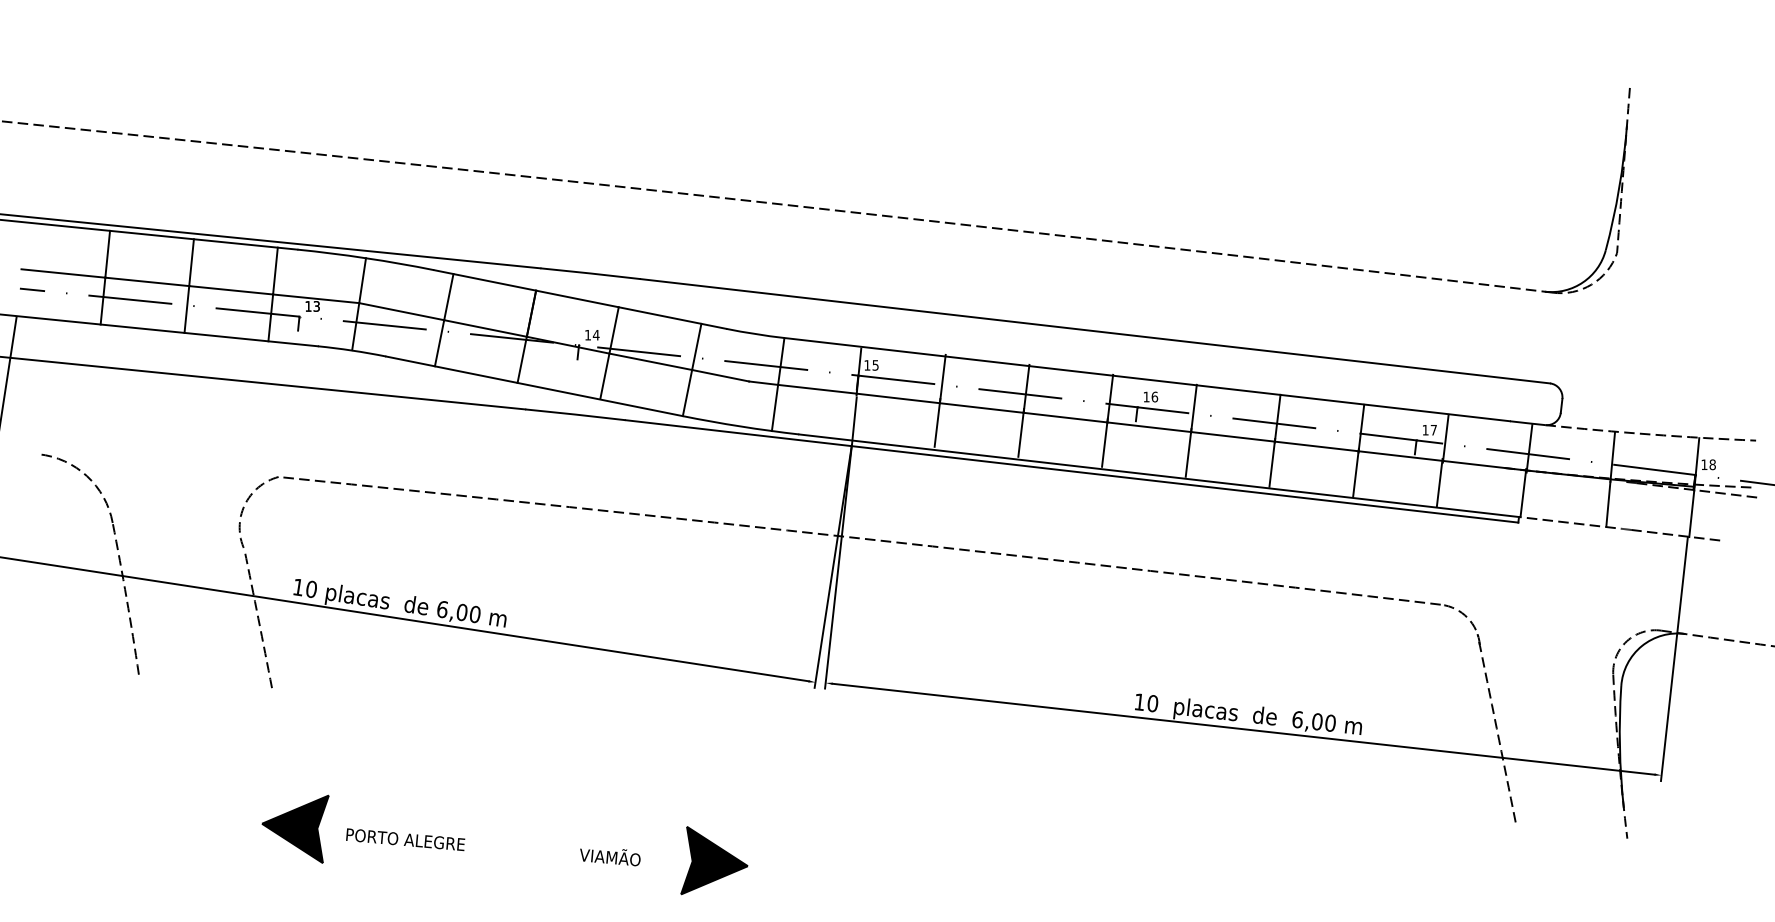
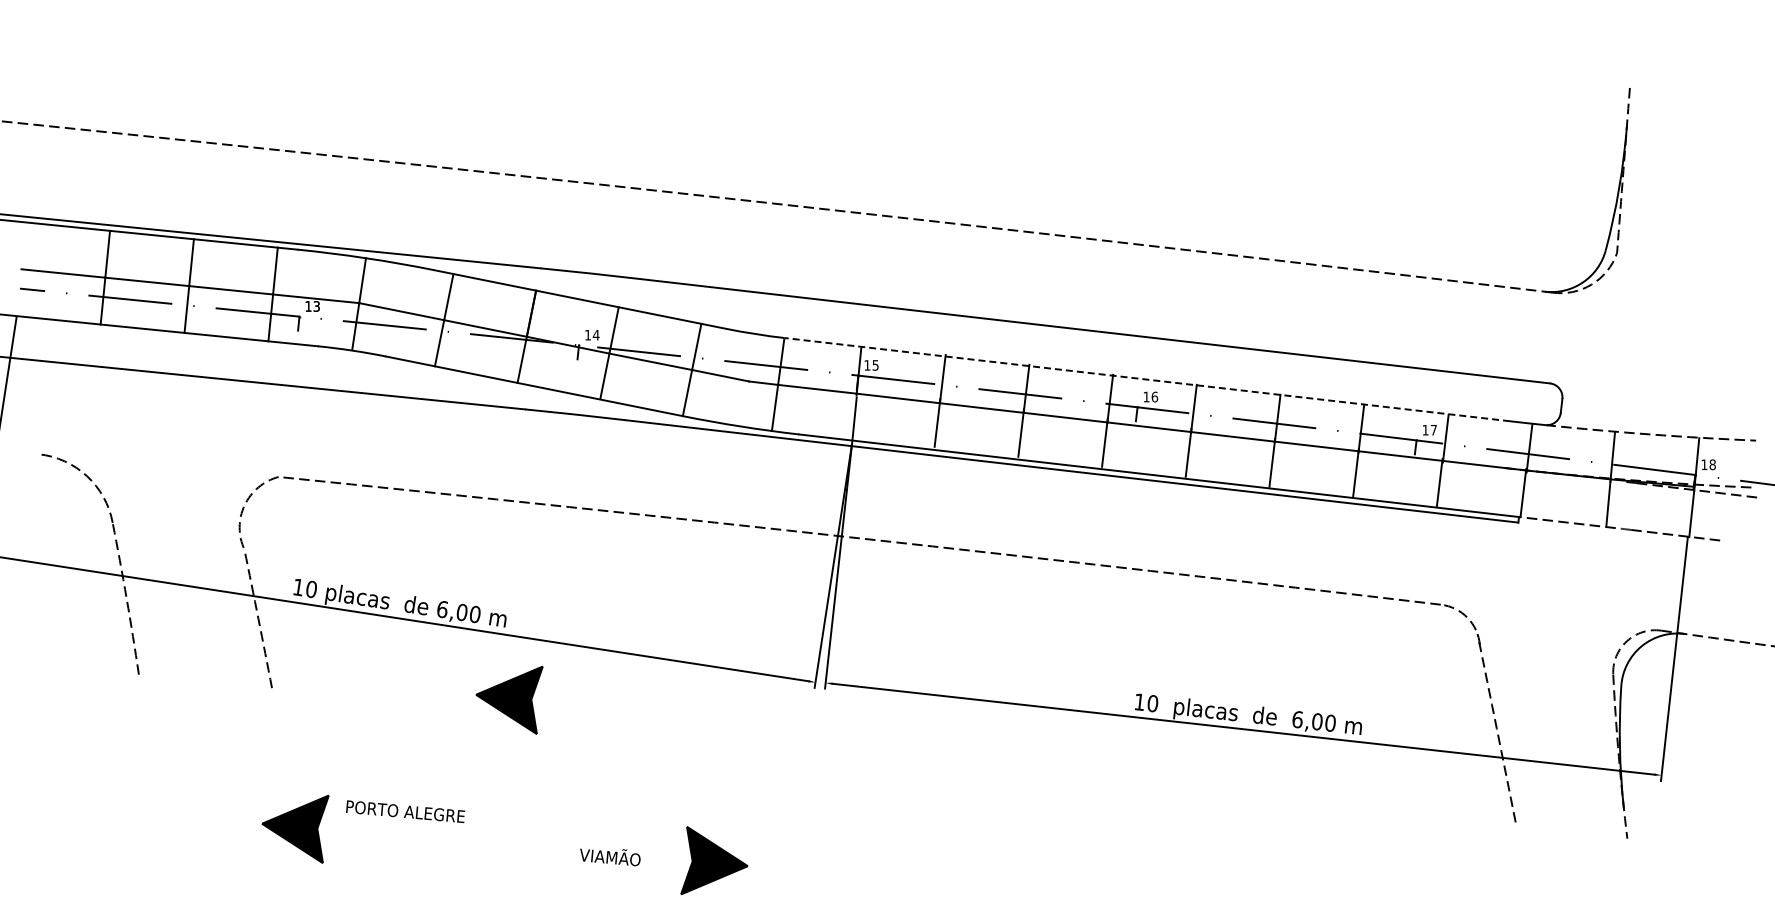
line at (1146, 379): solid -> dashed
part at (509, 699): none -> present
text at (405, 839) position: (405, 839) -> (405, 811)
